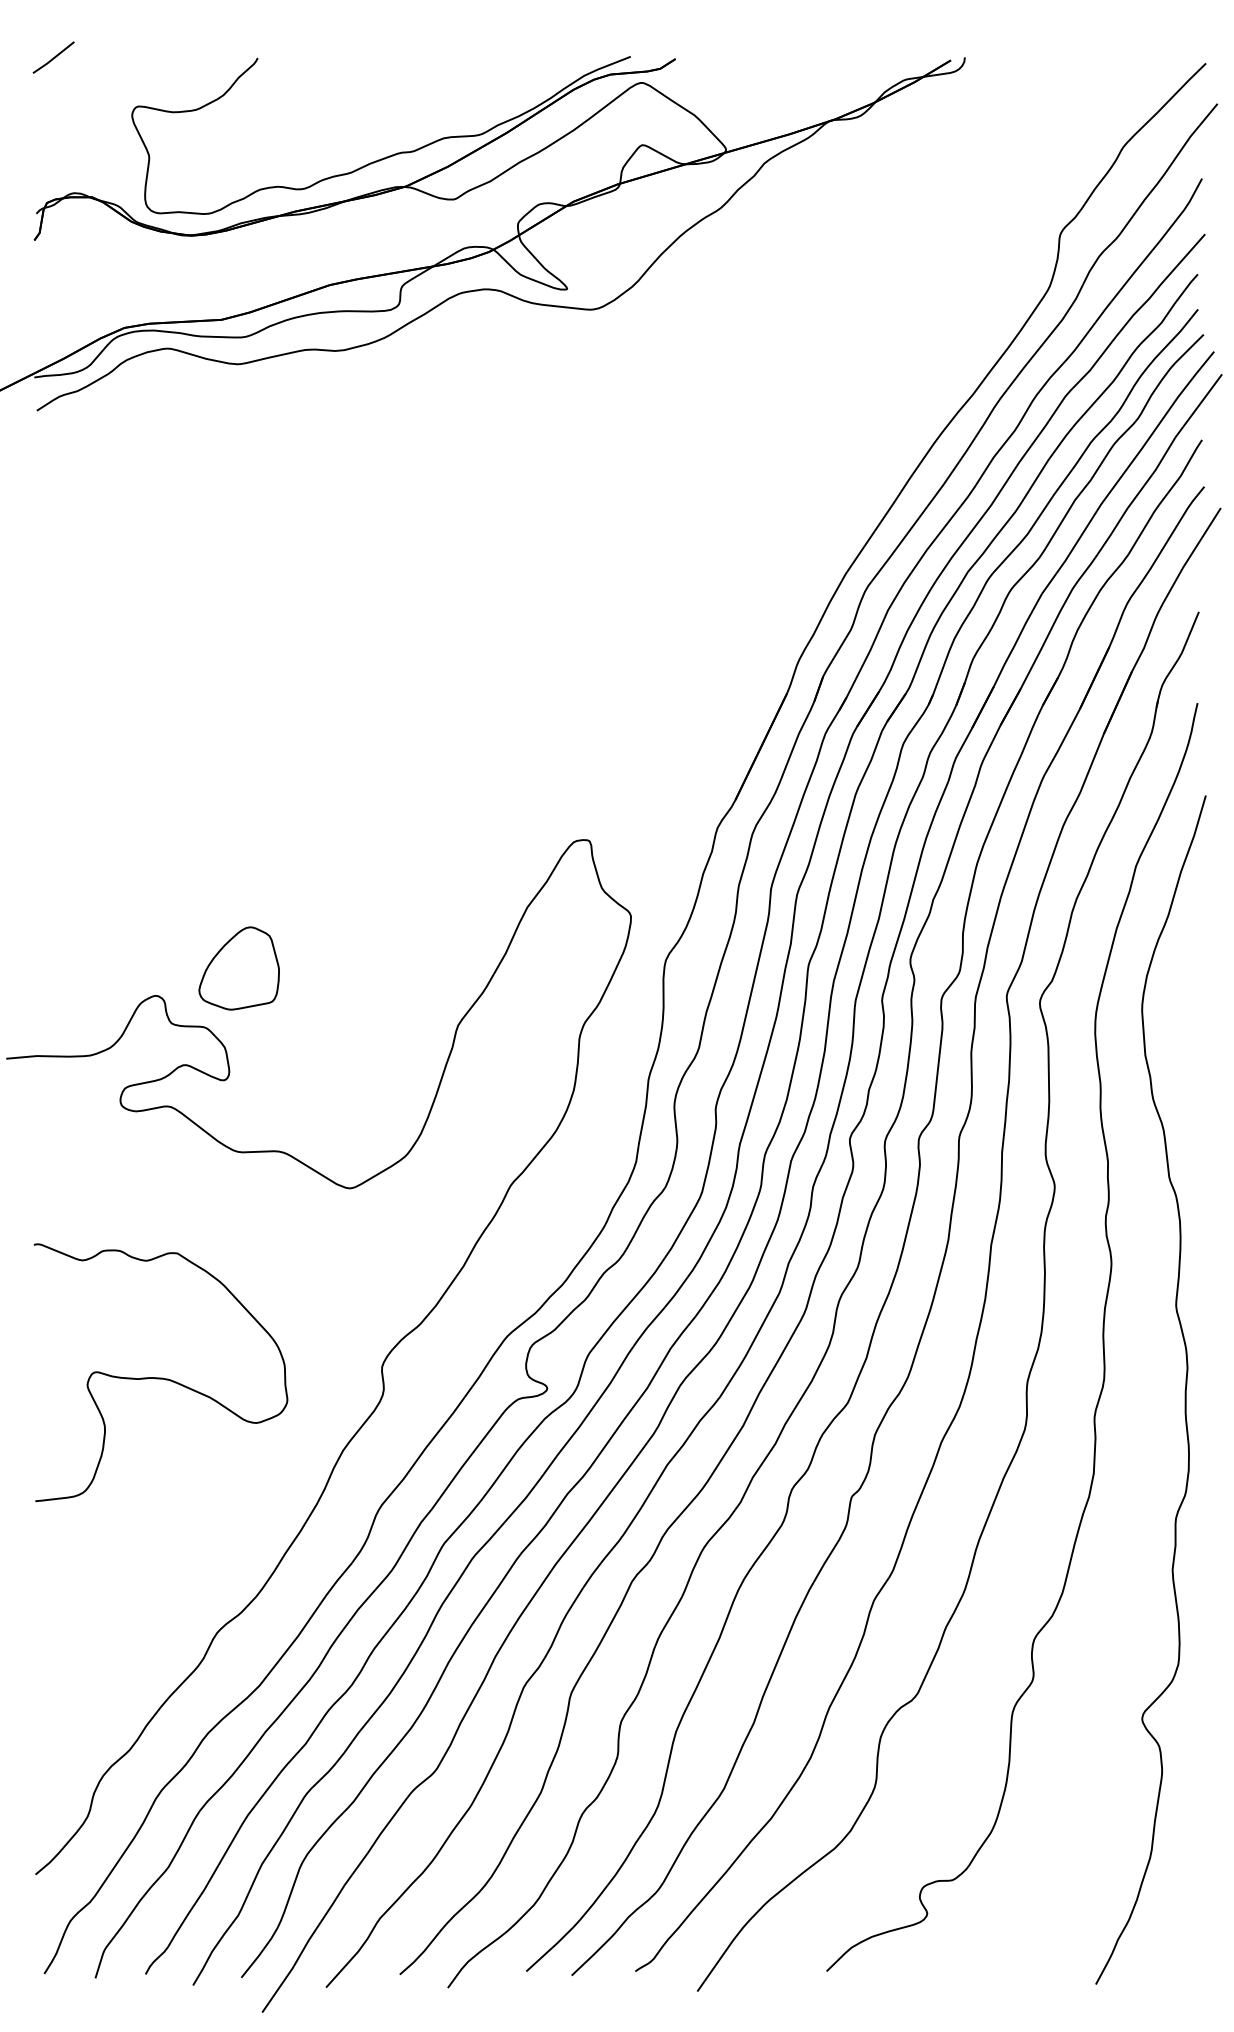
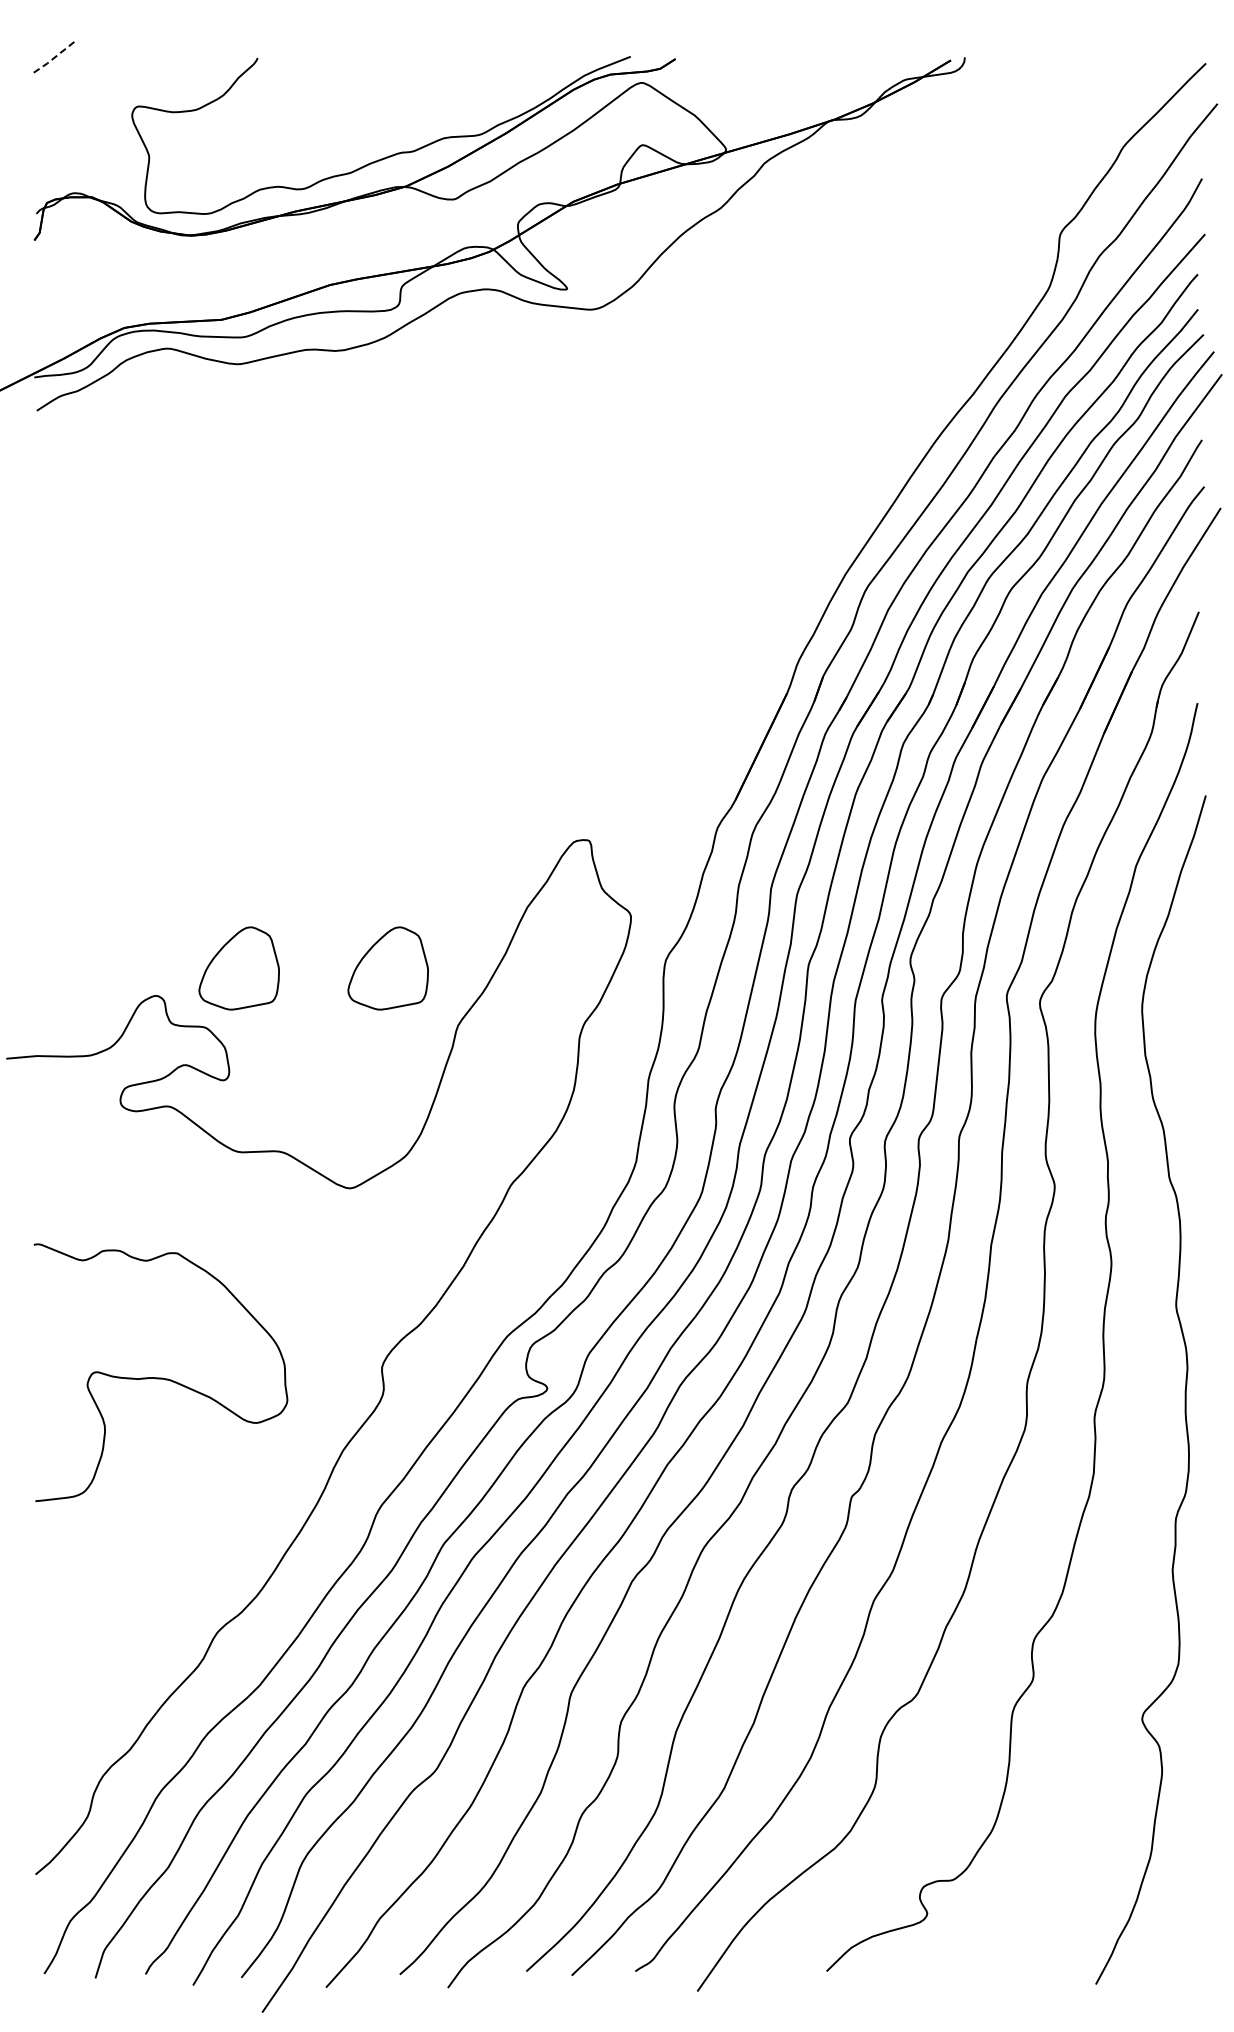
line at (53, 58): solid -> dashed
part at (387, 968): none -> present
